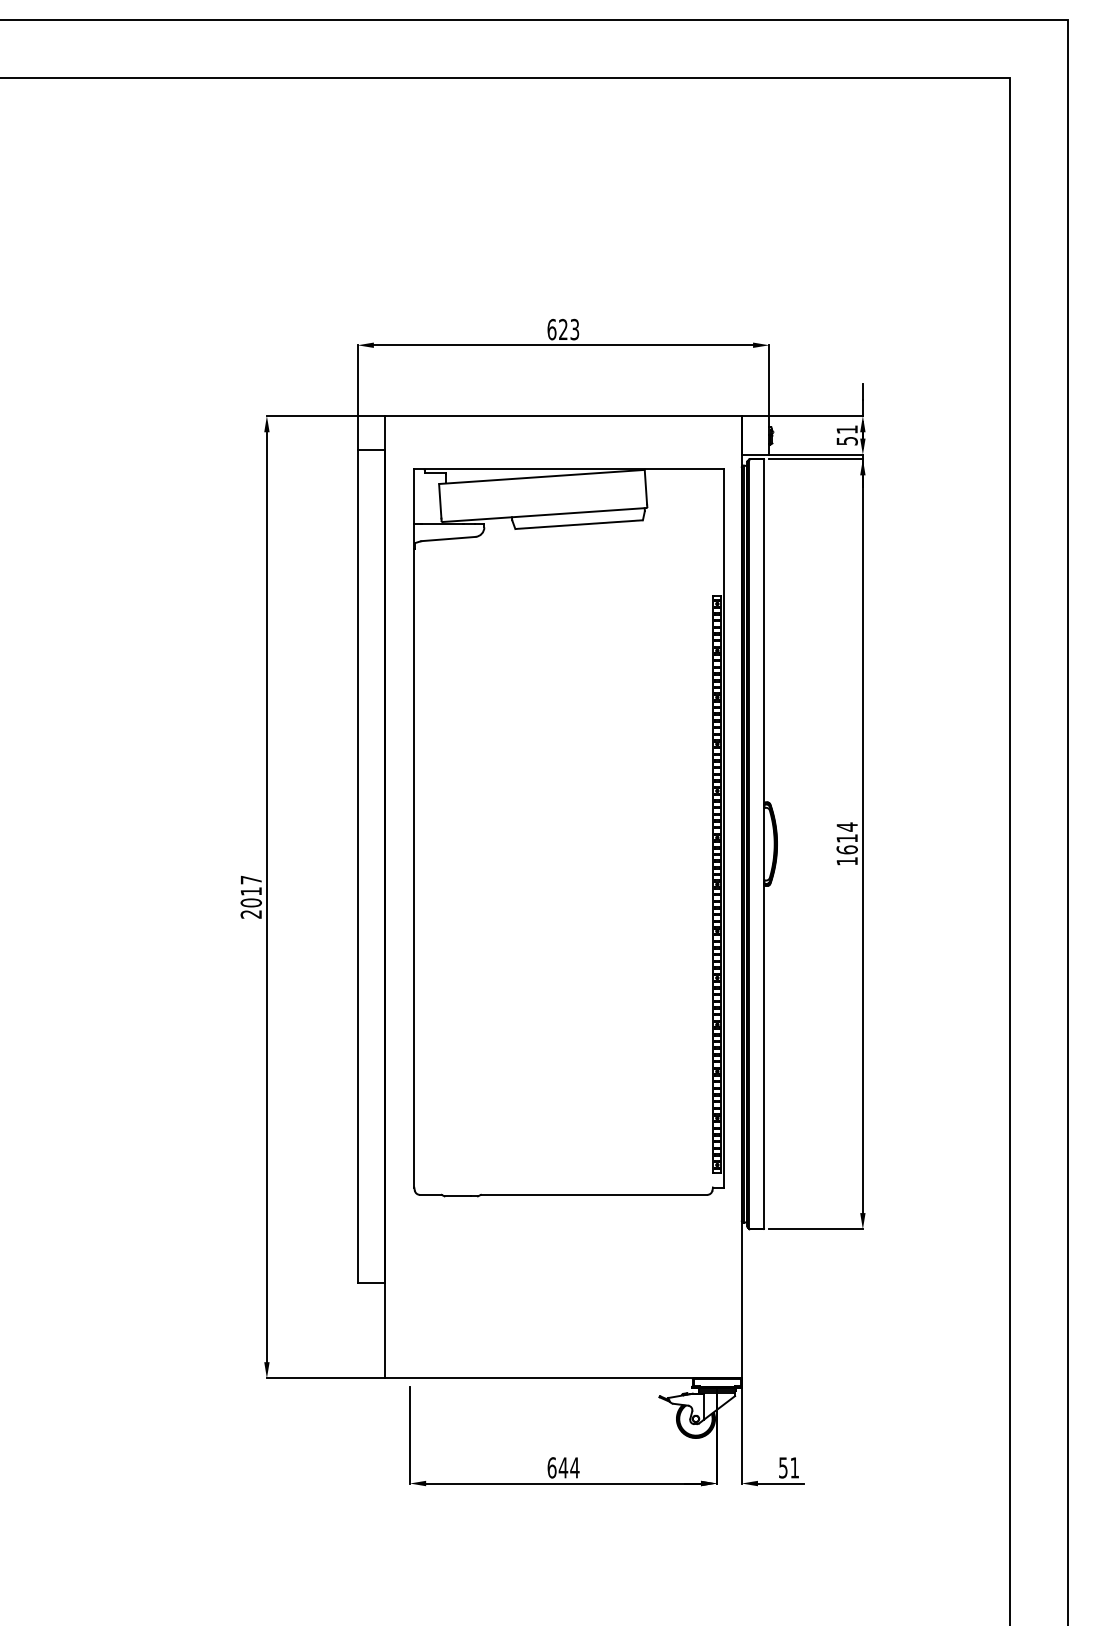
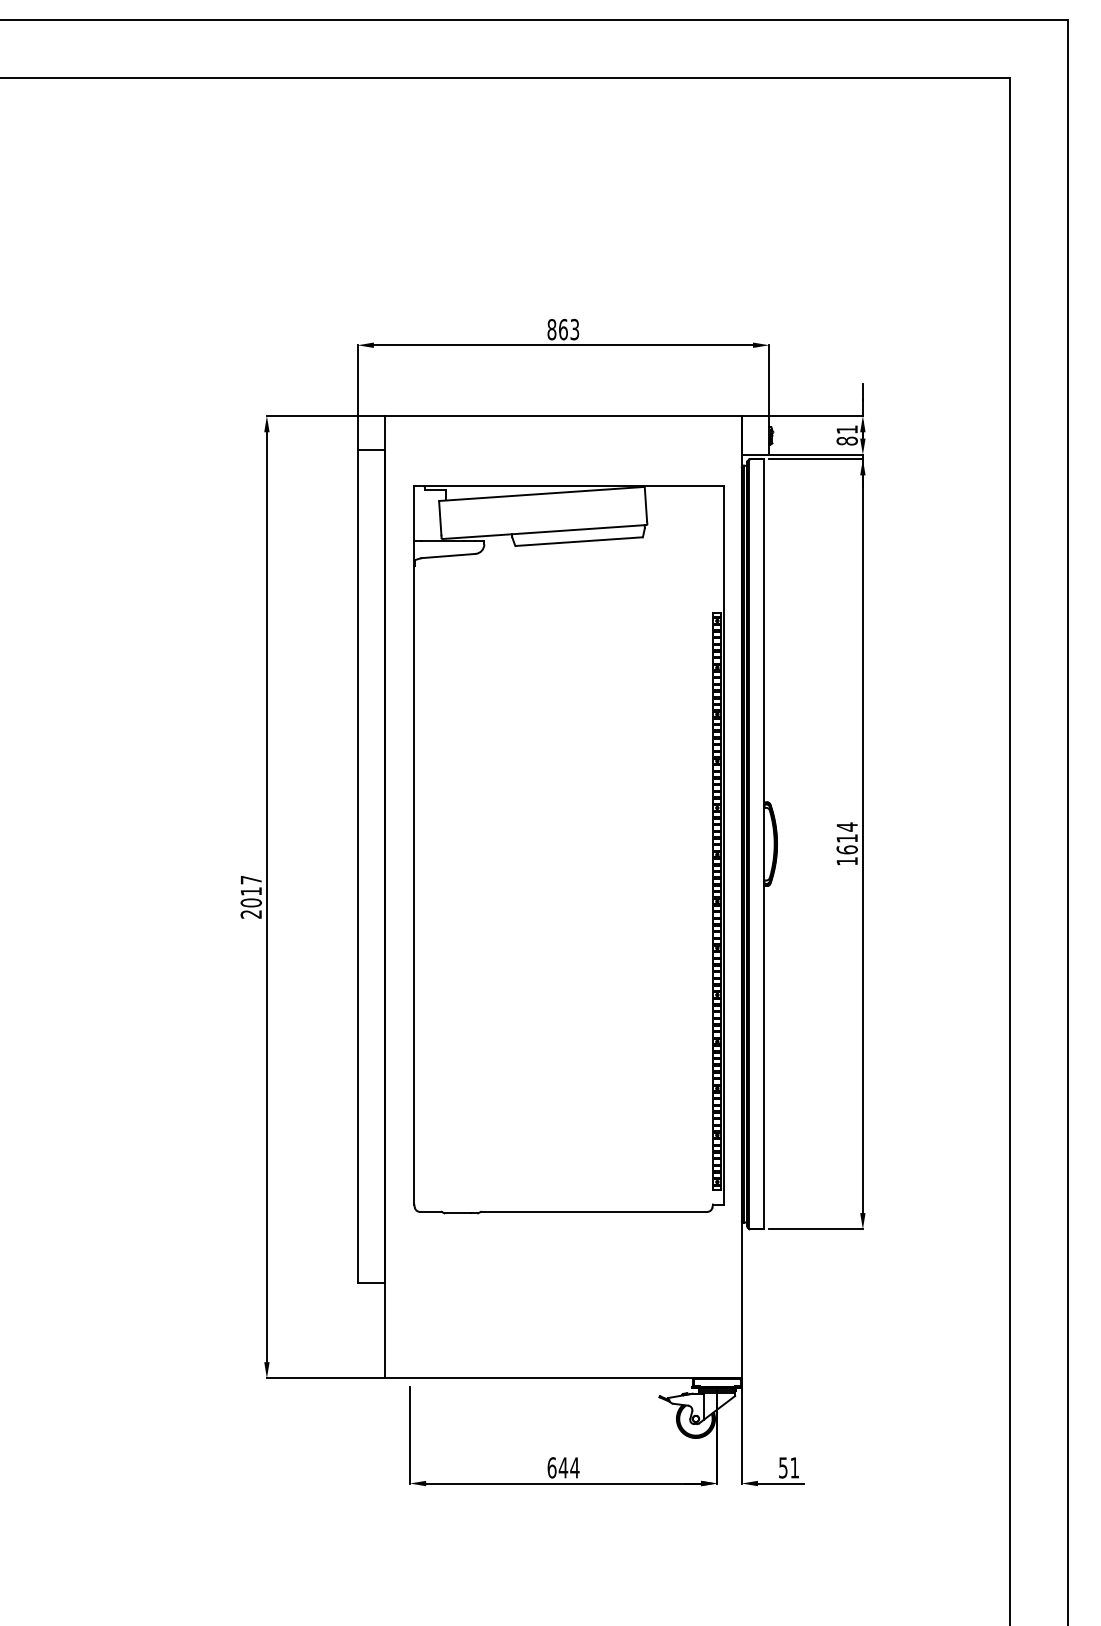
text at (557, 329): 623 -> 863
text at (846, 440): 51 -> 81
part at (568, 832) position: (568, 832) -> (568, 849)
